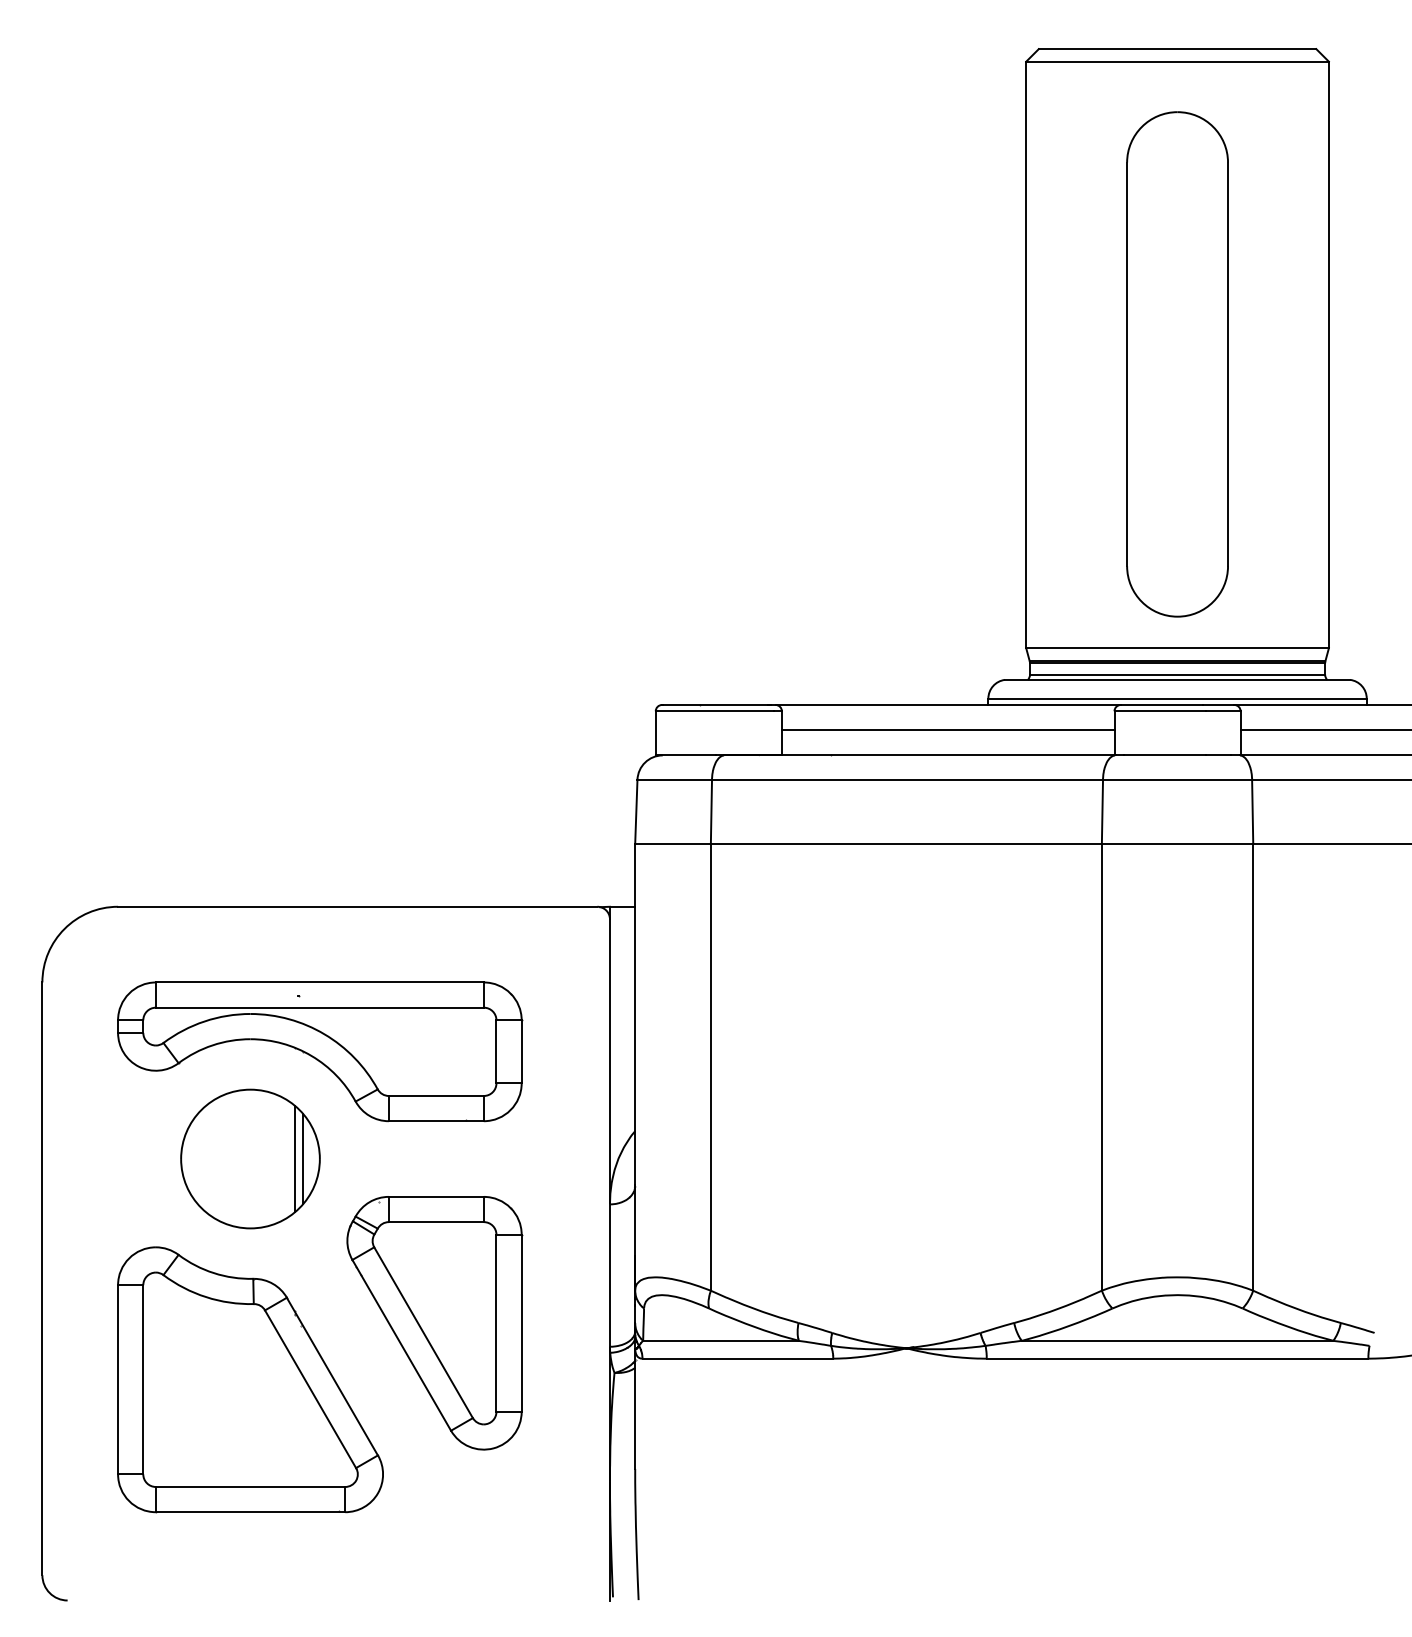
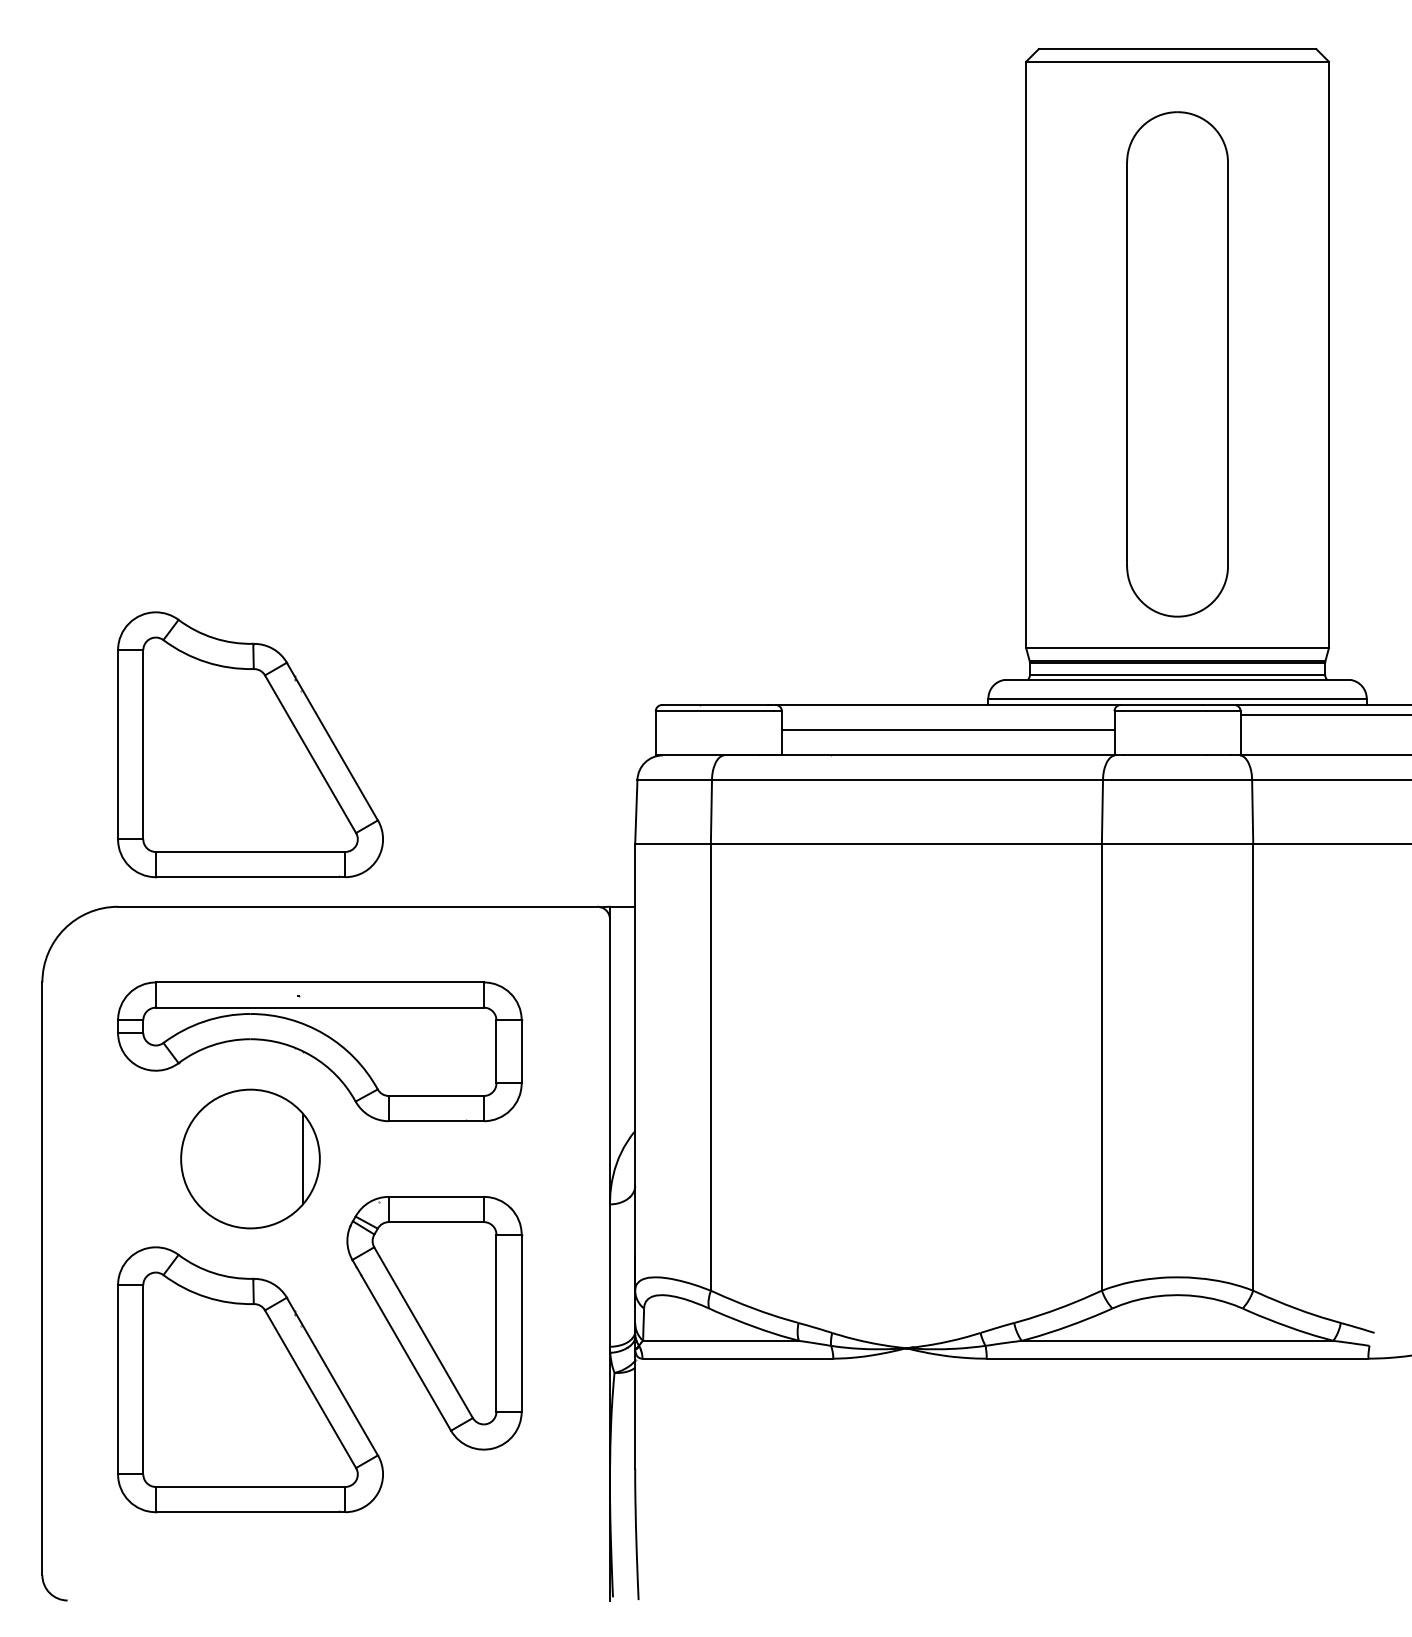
line at (1324, 730) position: (1324, 730) -> (1324, 715)
part at (250, 744): none -> present
line at (294, 1158): present -> none
